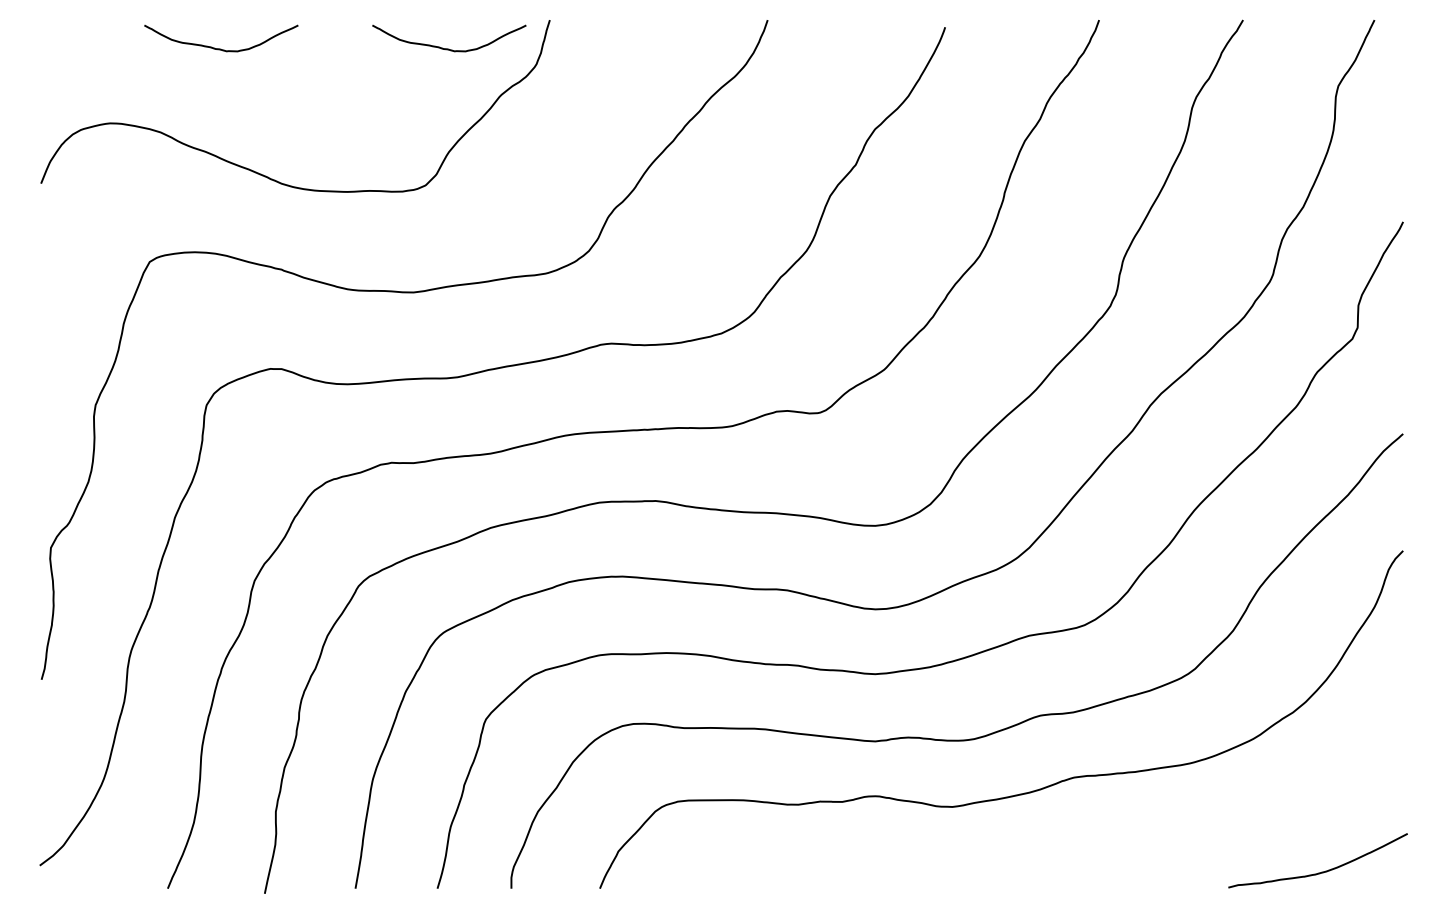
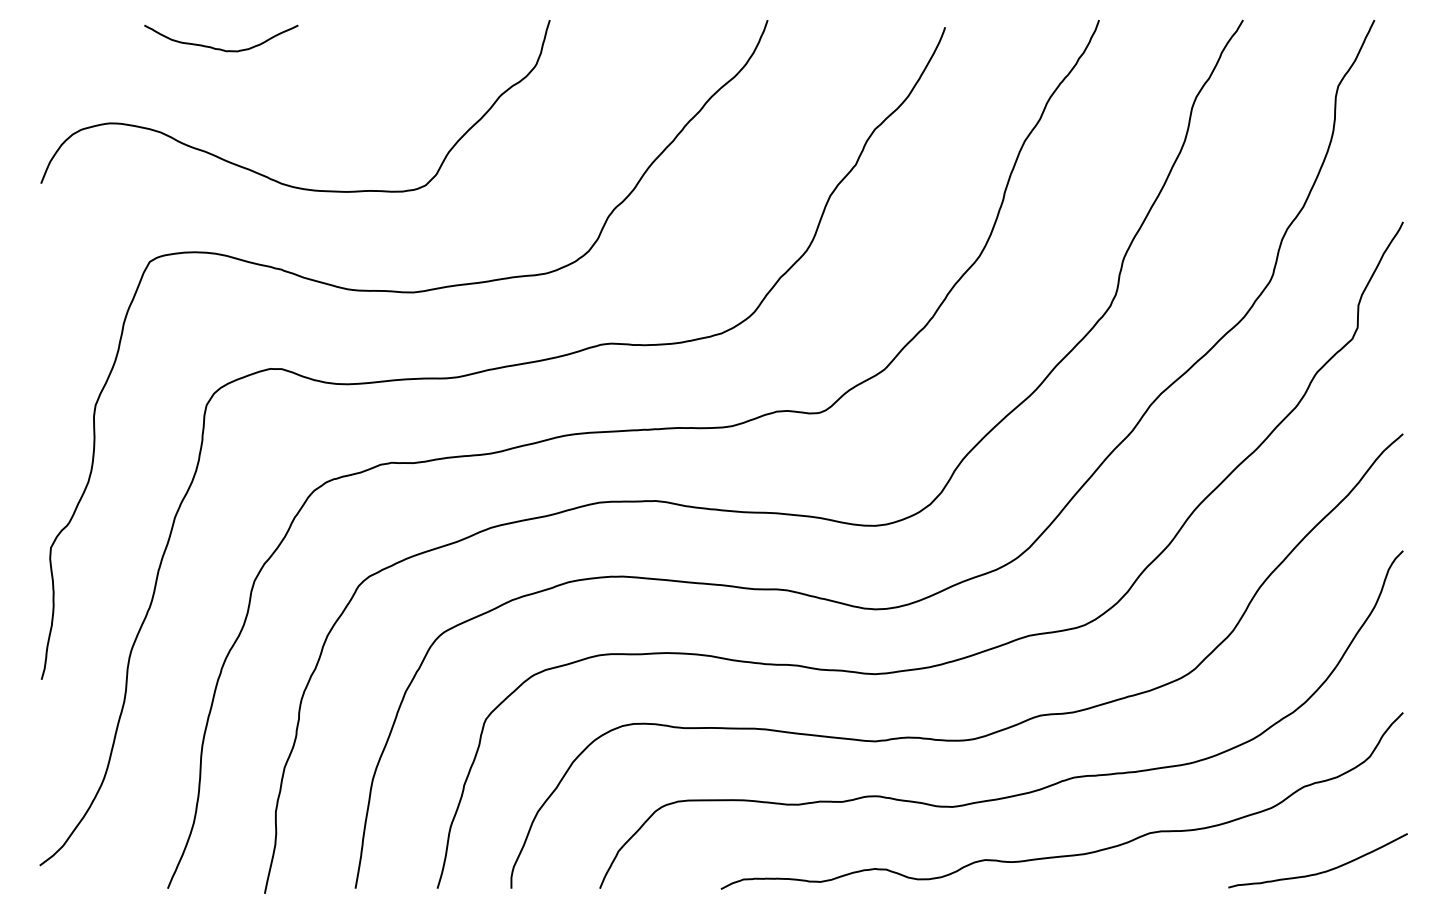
curve at (448, 48): present -> none
curve at (1069, 854): none -> present
